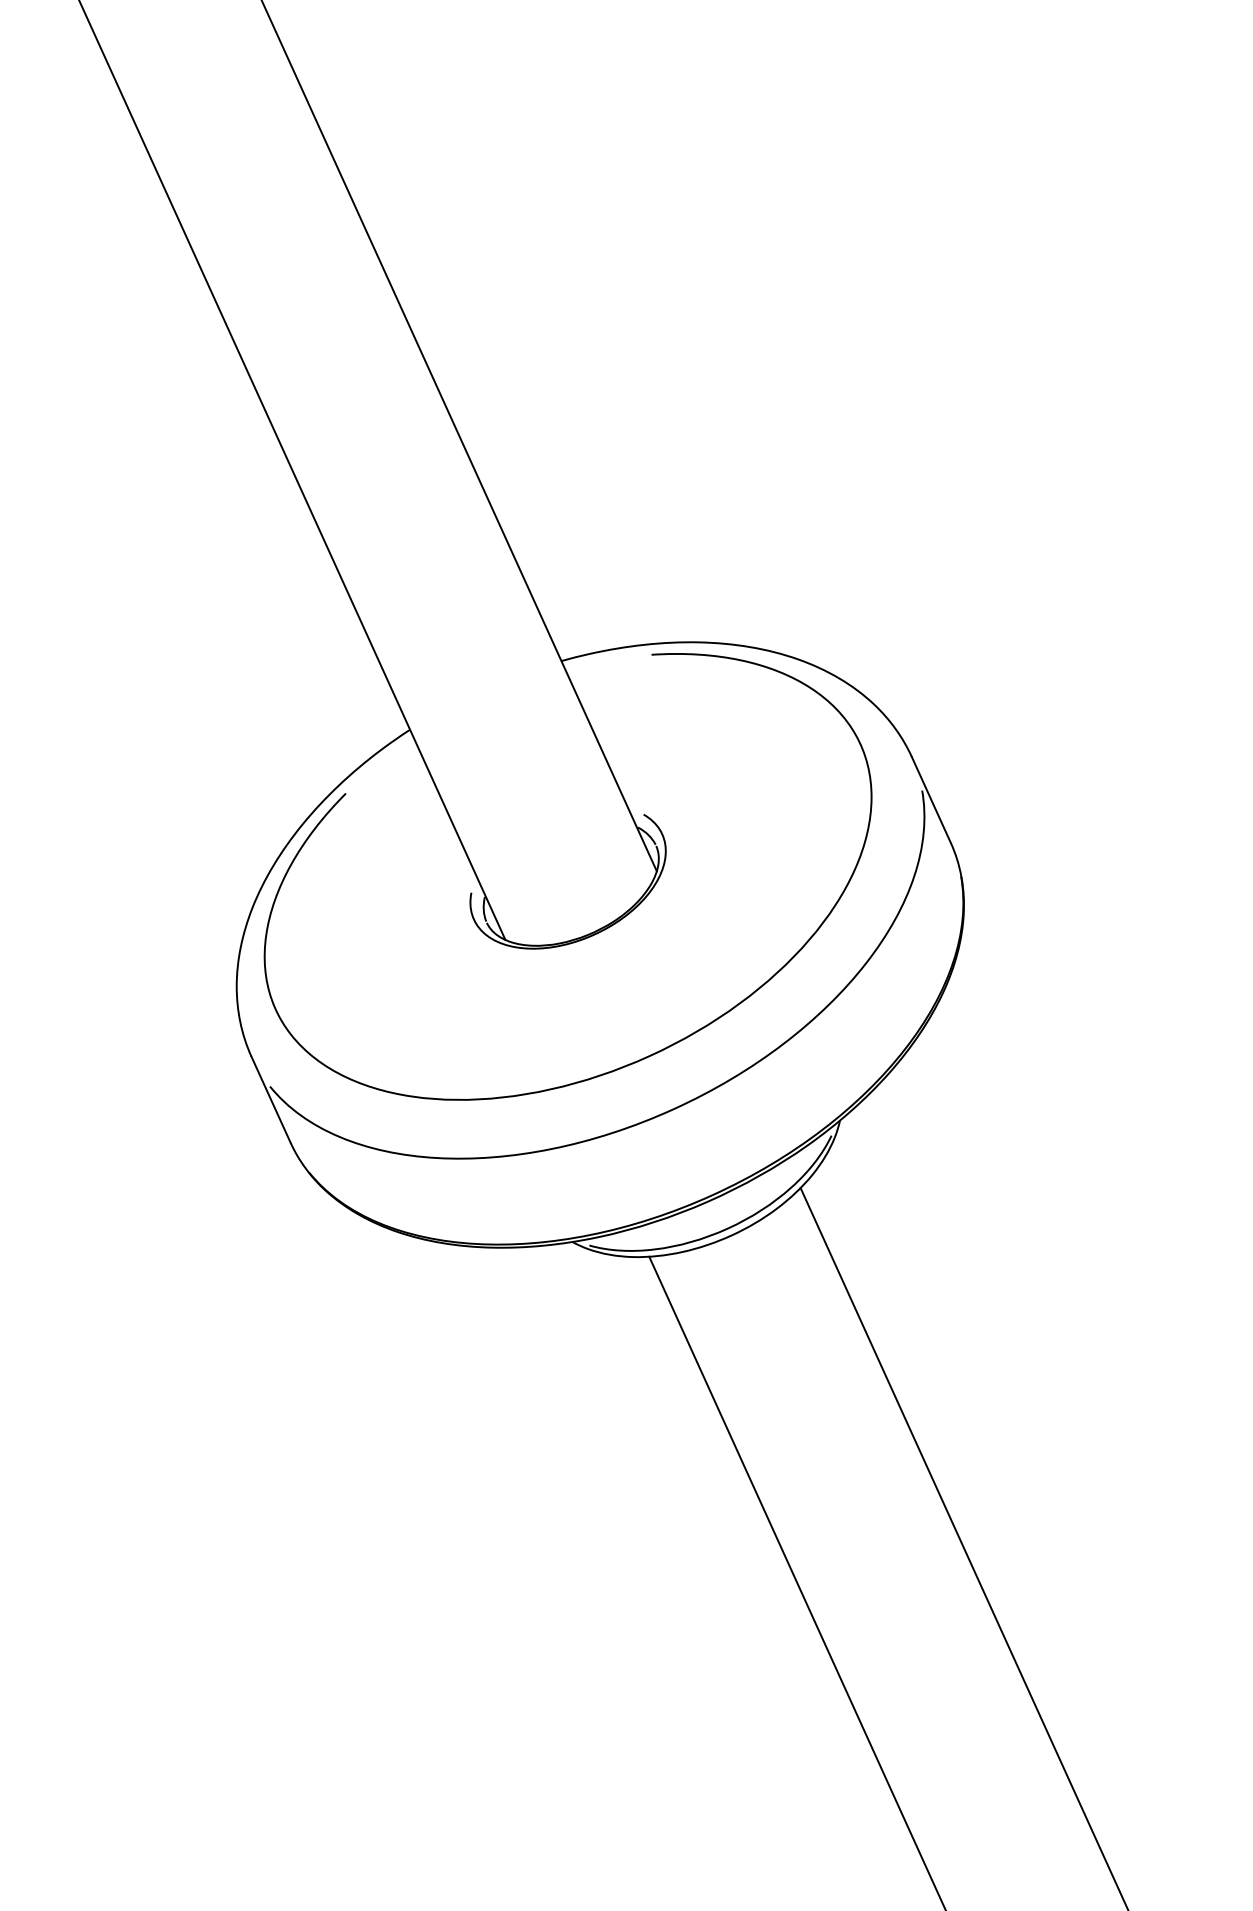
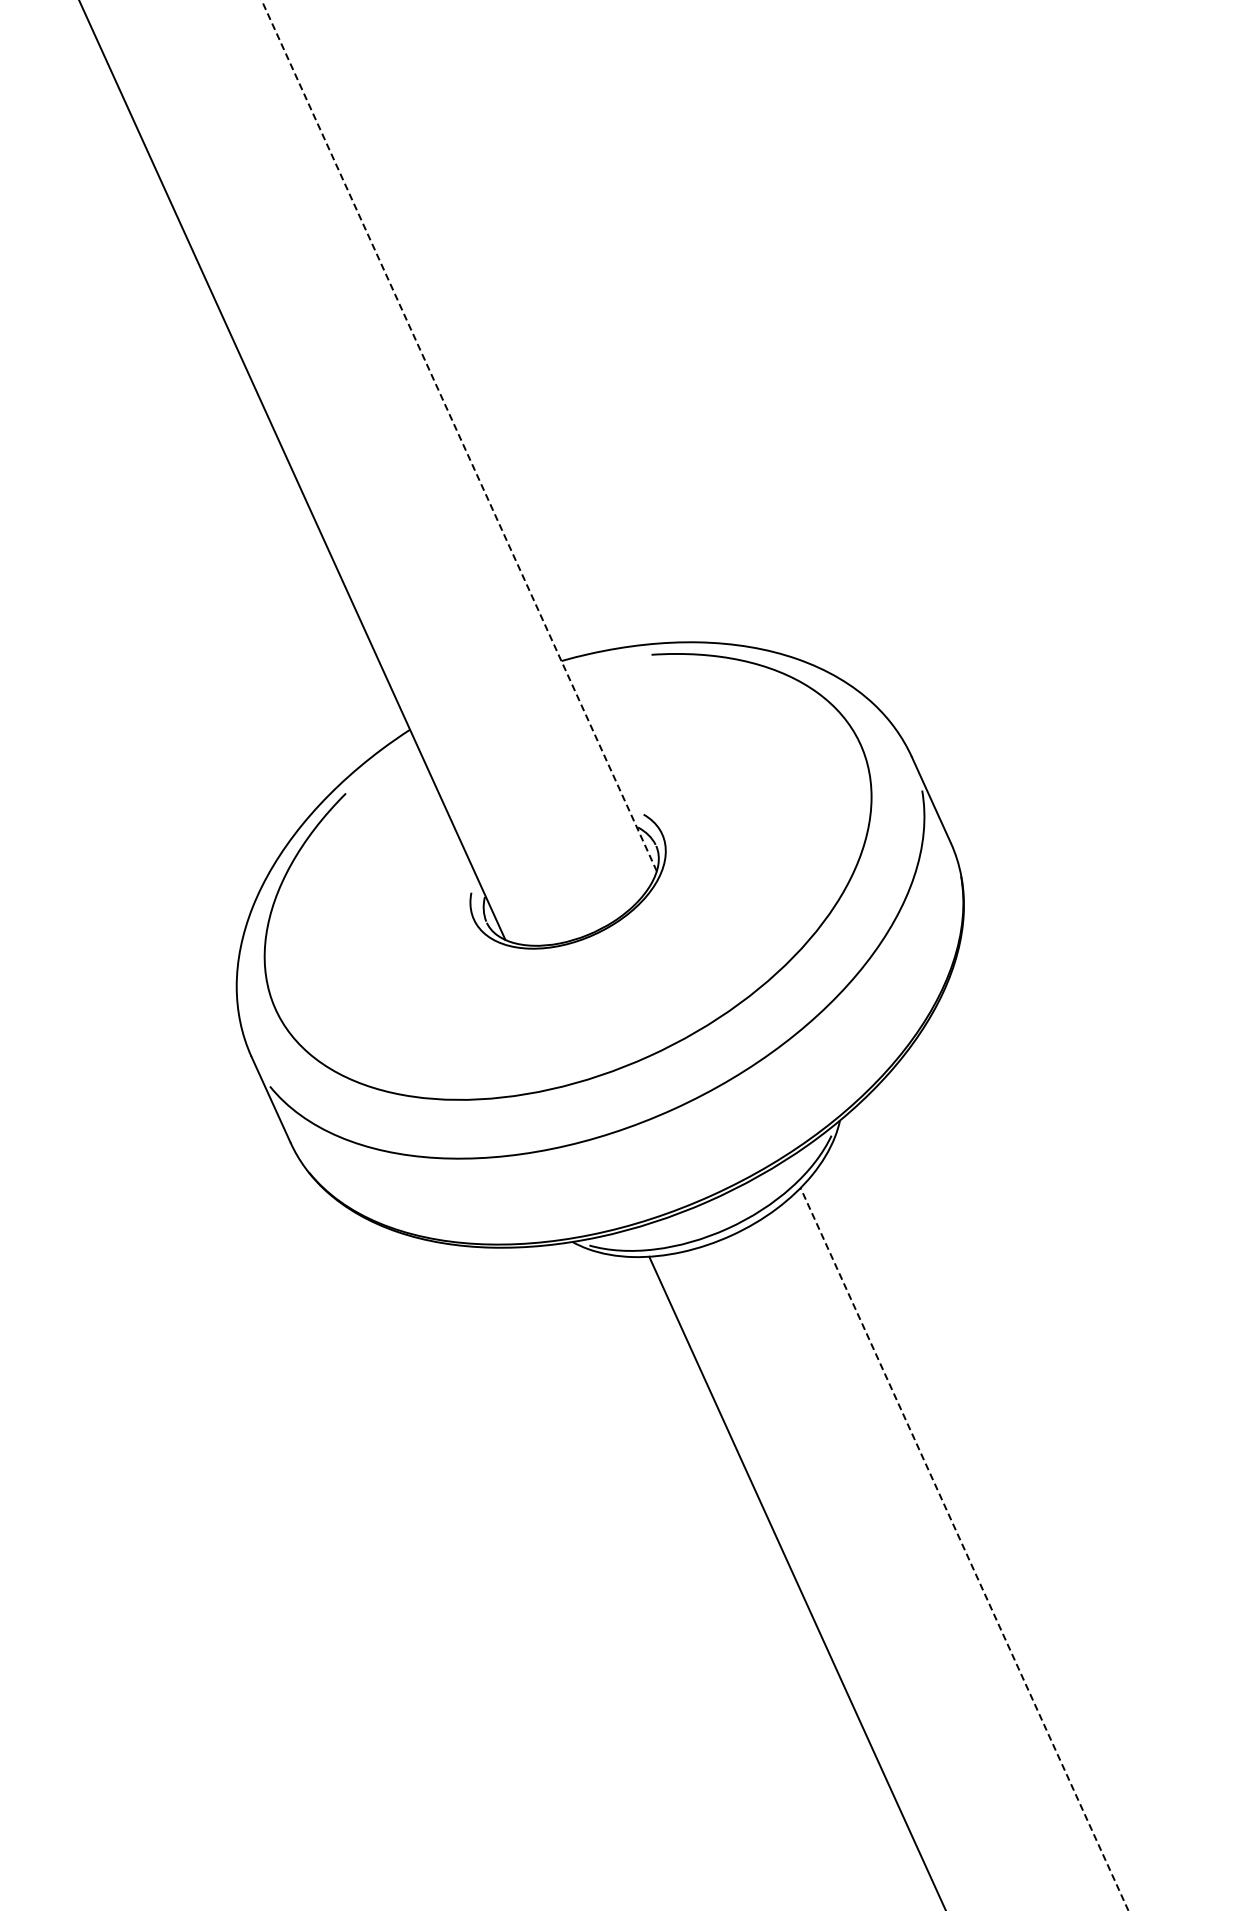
line at (459, 435): solid -> dashed
line at (964, 1549): solid -> dashed
